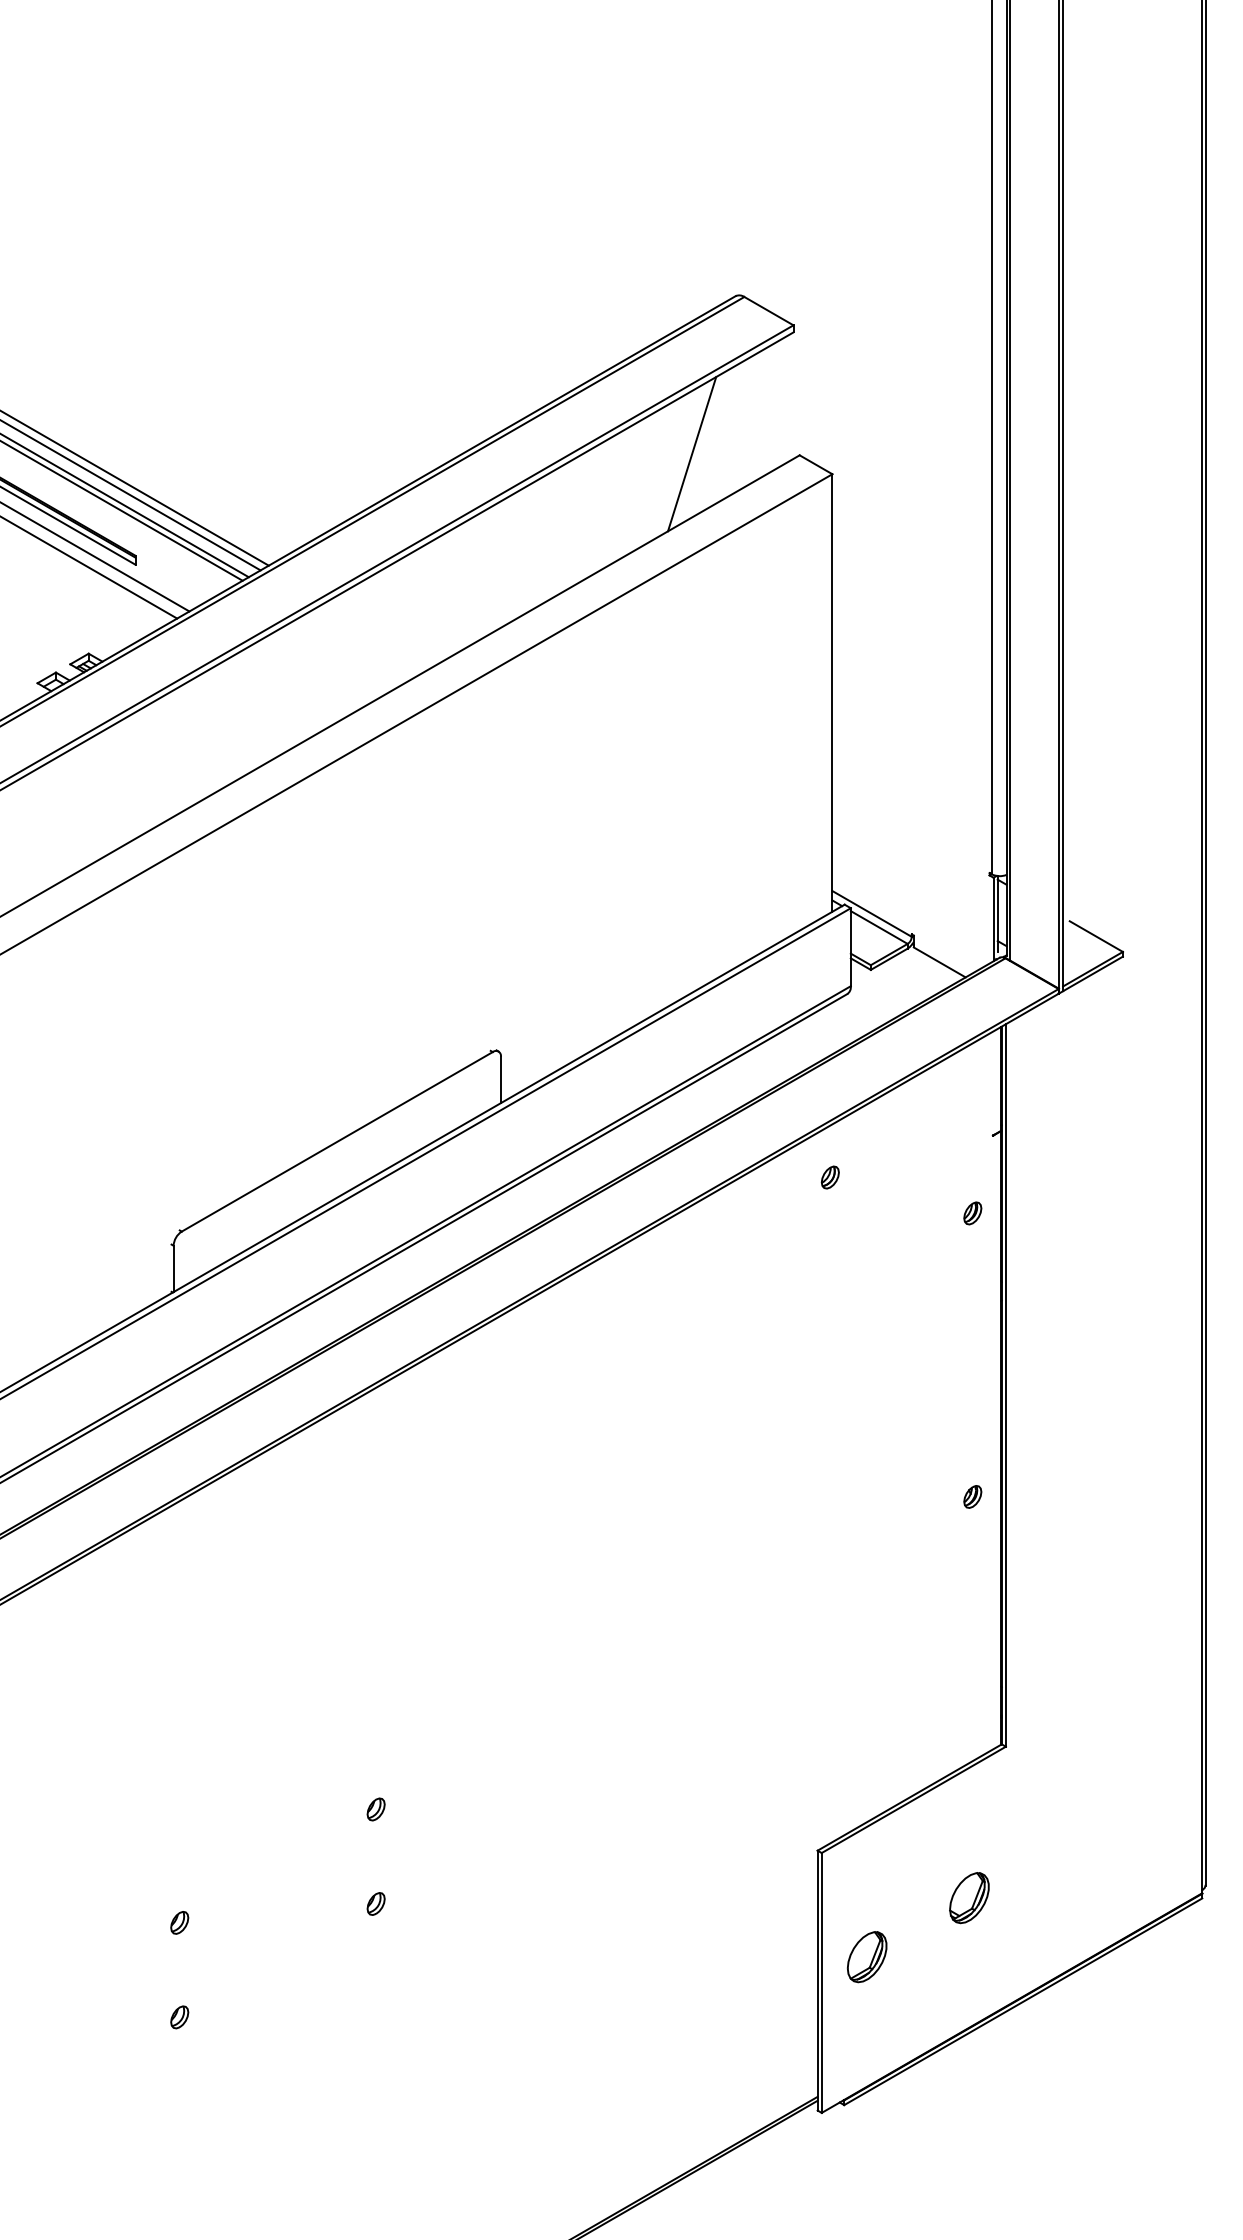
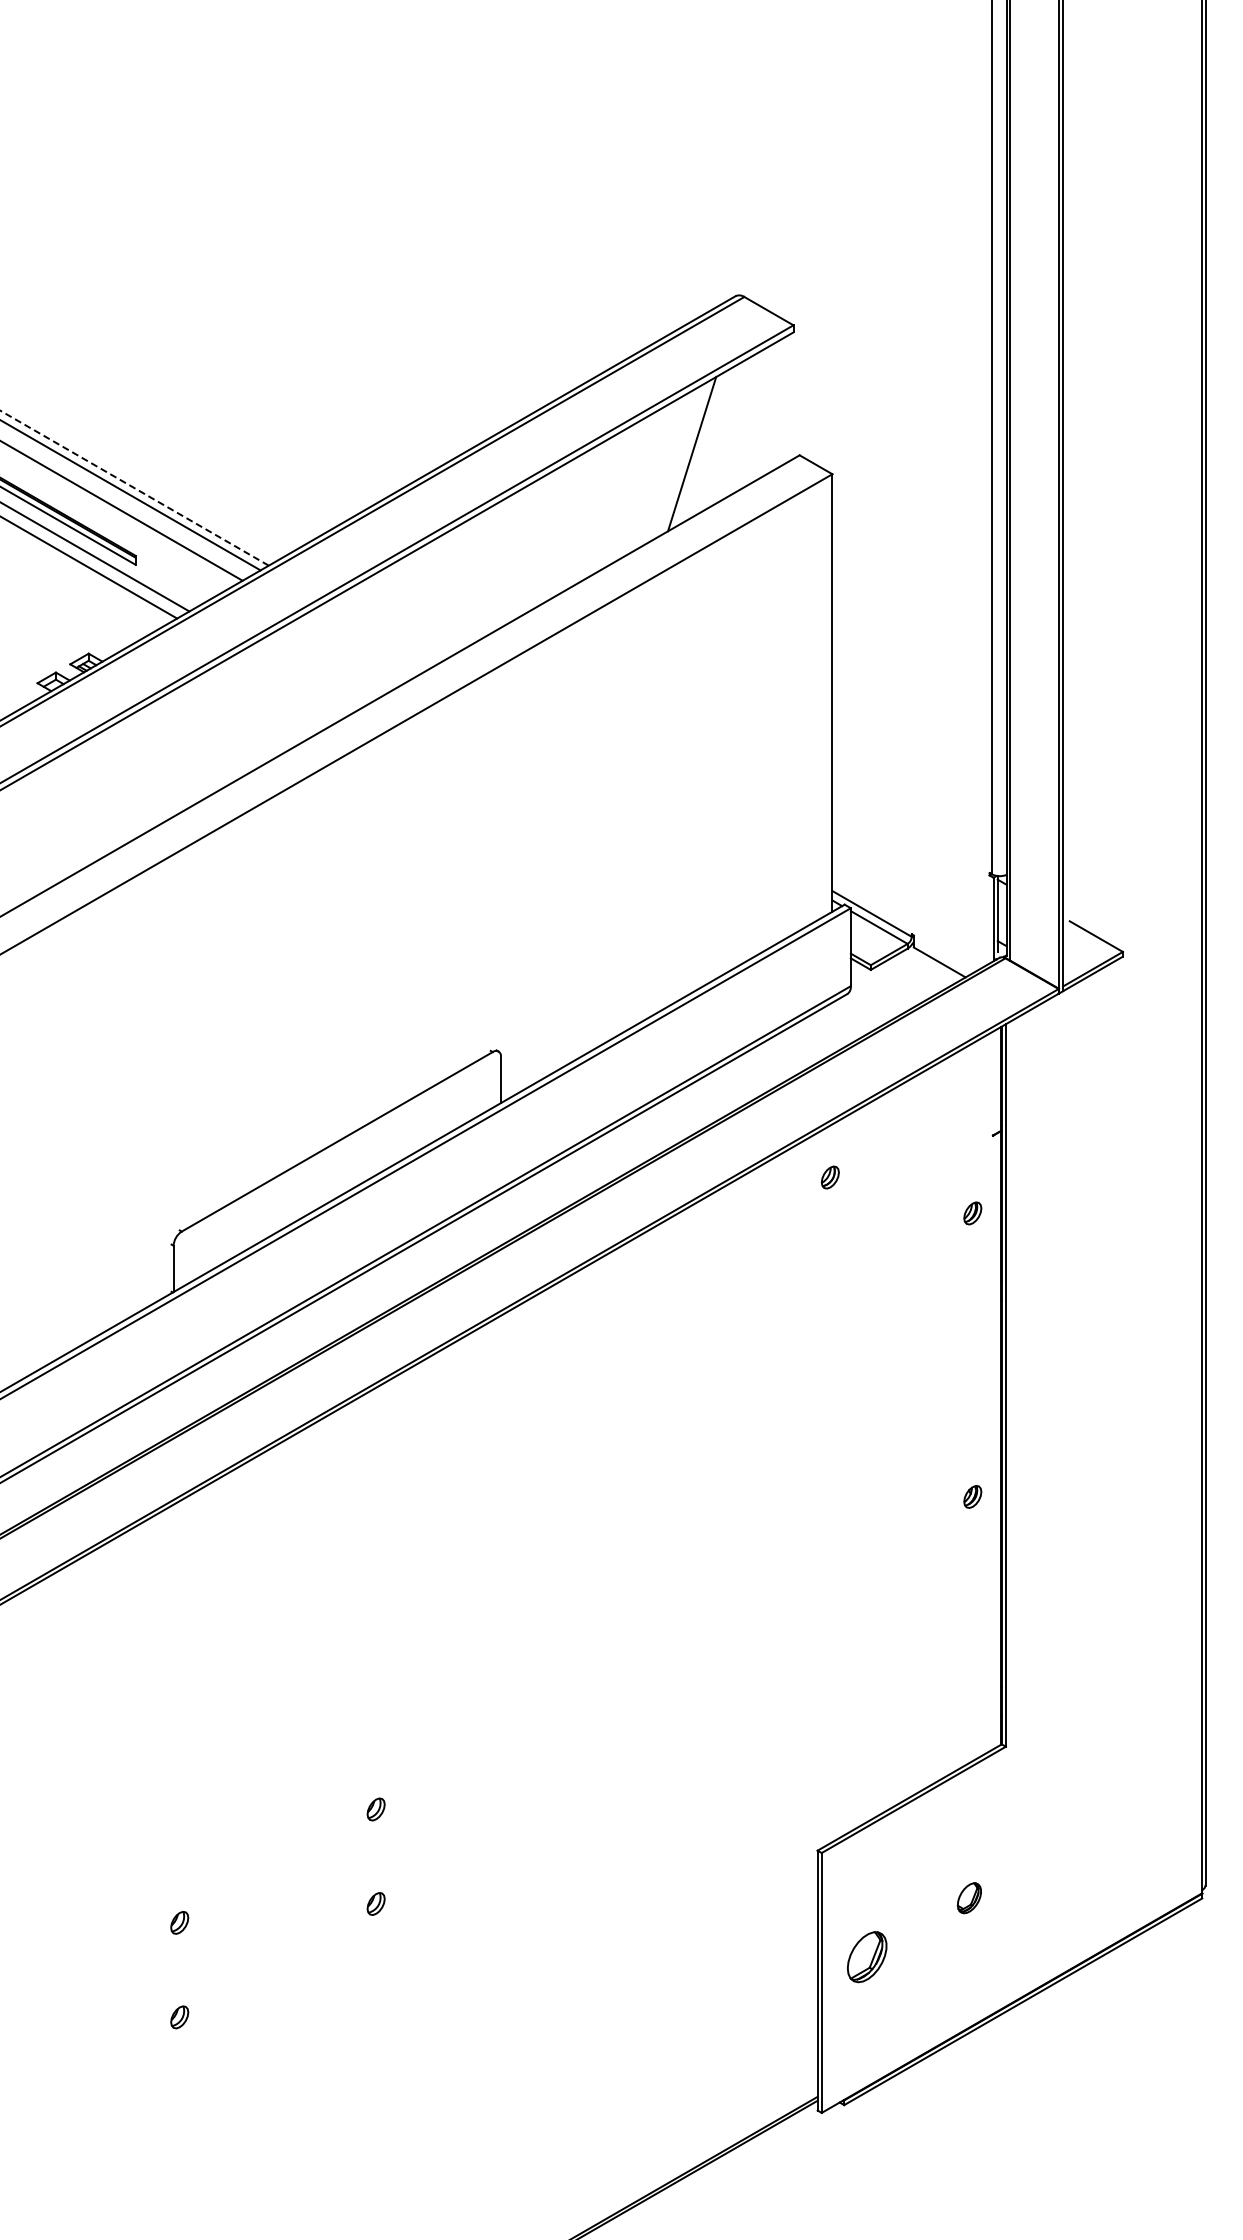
line at (134, 488): solid -> dashed
line at (125, 506): present -> none
part at (969, 1898) size: 41x53 px -> 26x33 px
